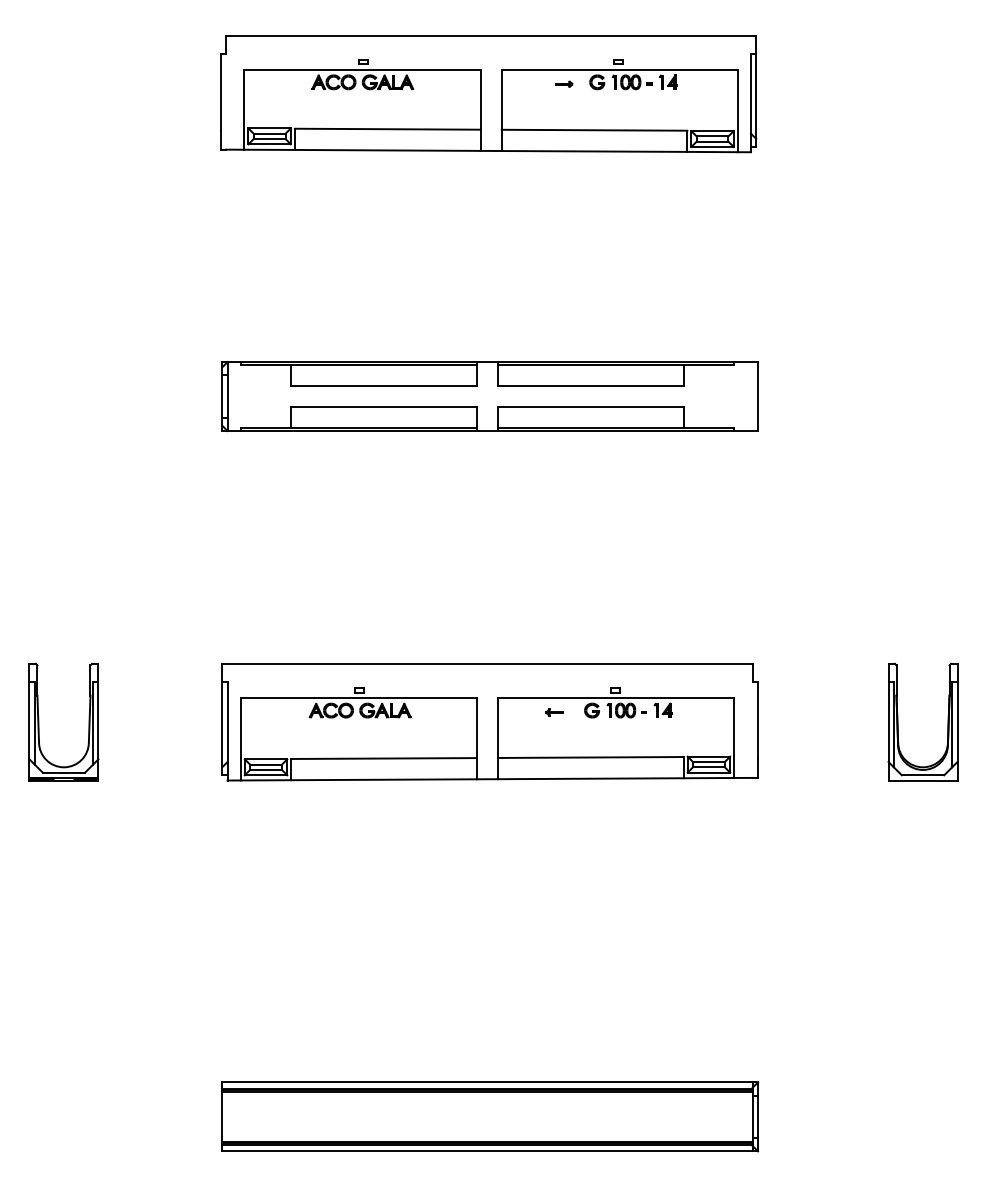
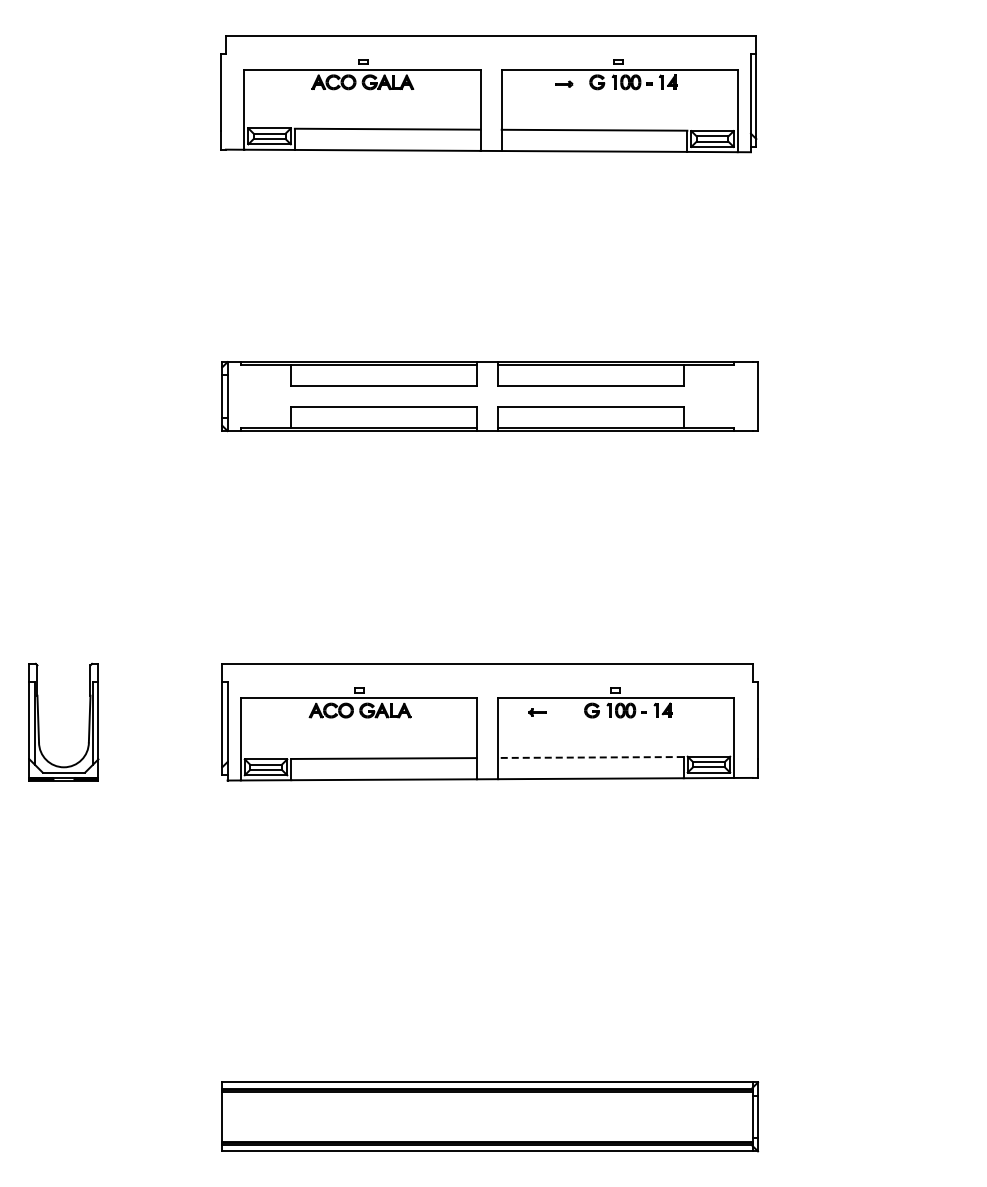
part at (554, 712) position: (554, 712) -> (537, 712)
part at (898, 721): present -> none
line at (590, 757): solid -> dashed
